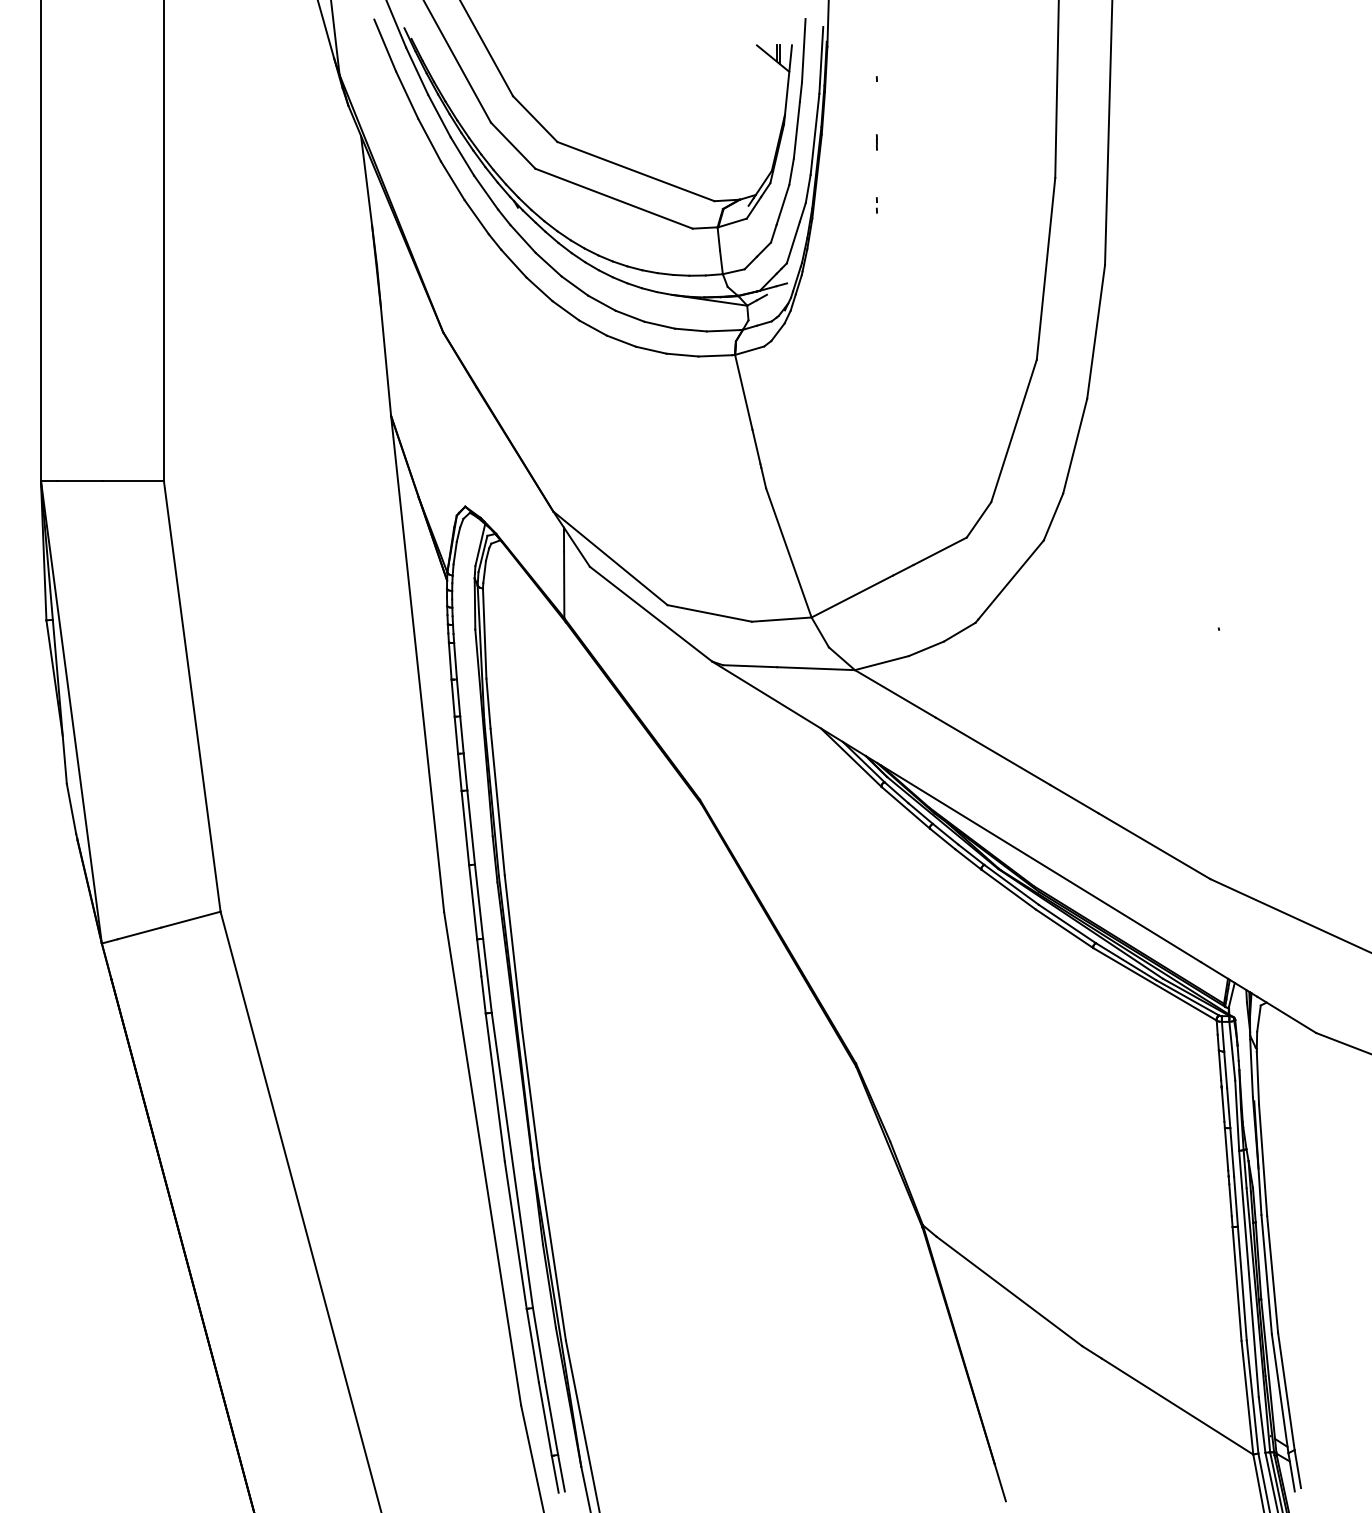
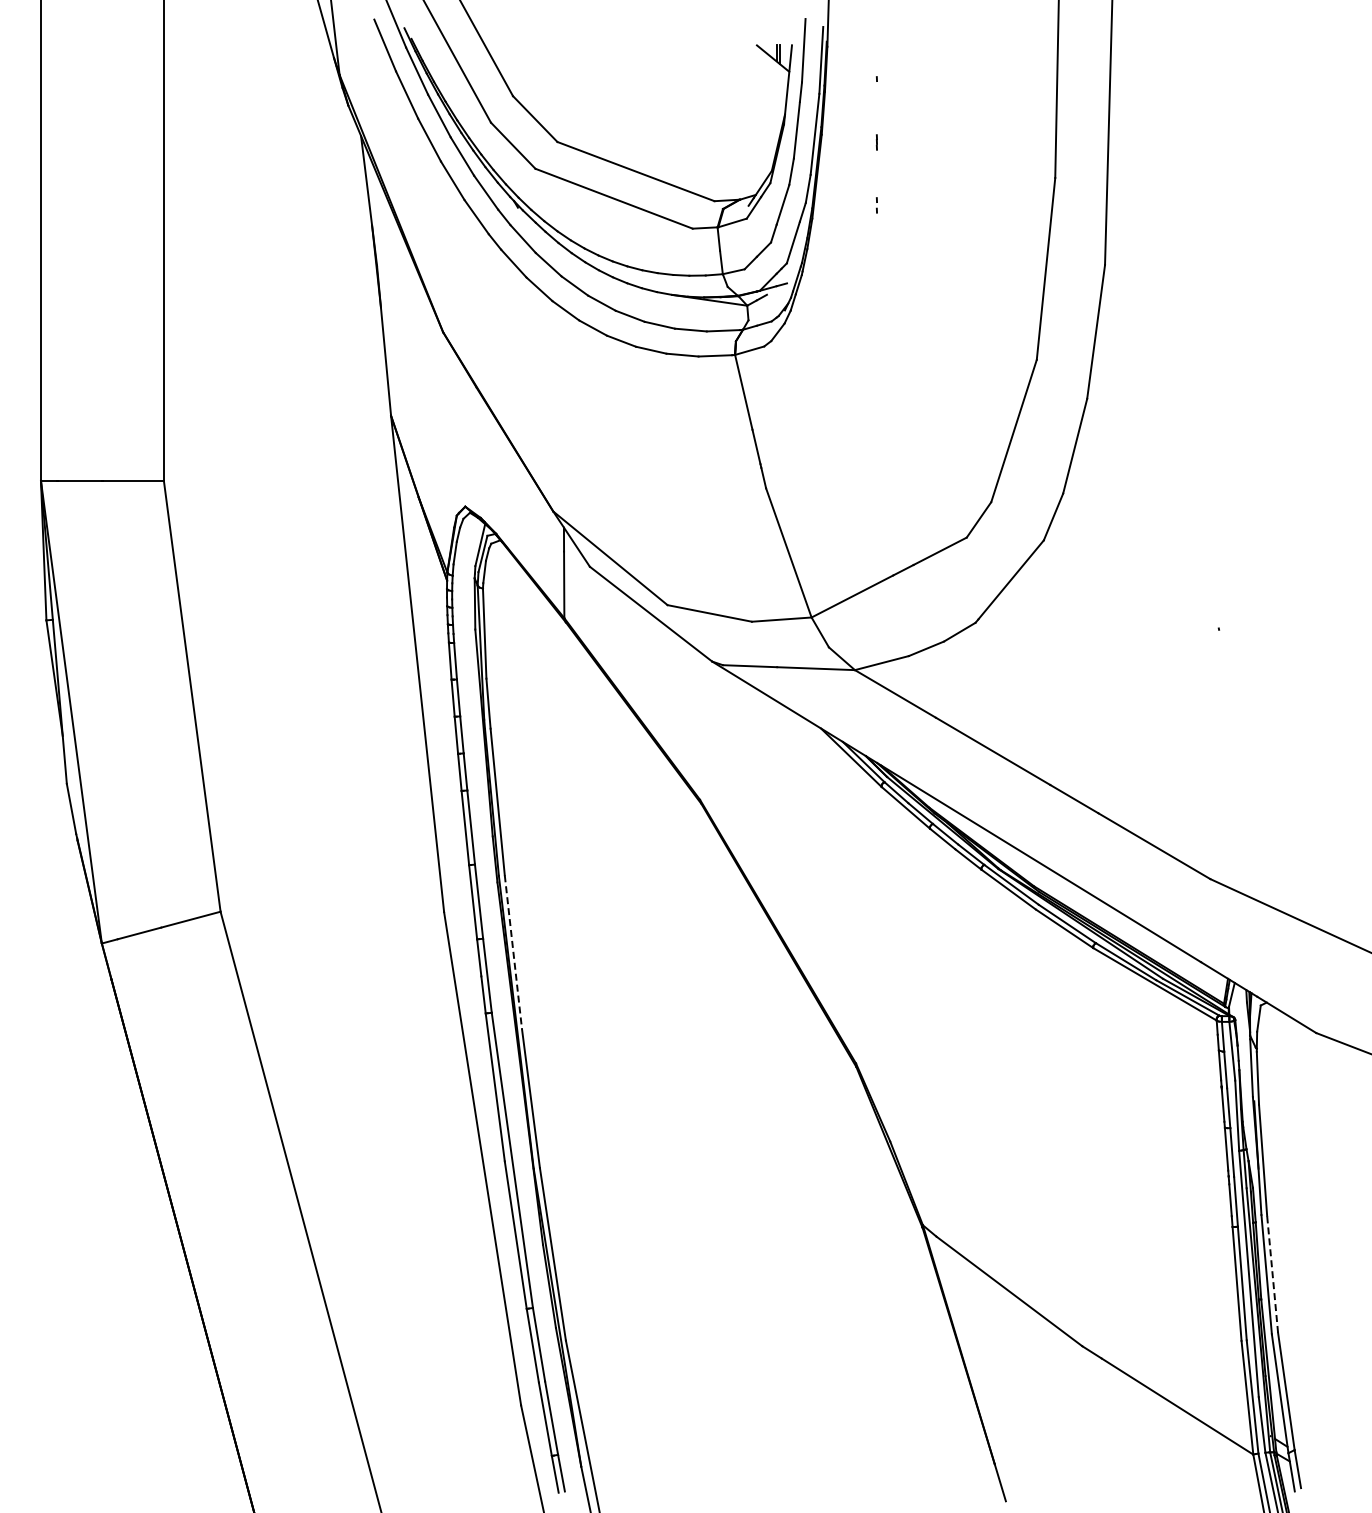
line at (513, 952): solid -> dashed
line at (1272, 1274): solid -> dashed
